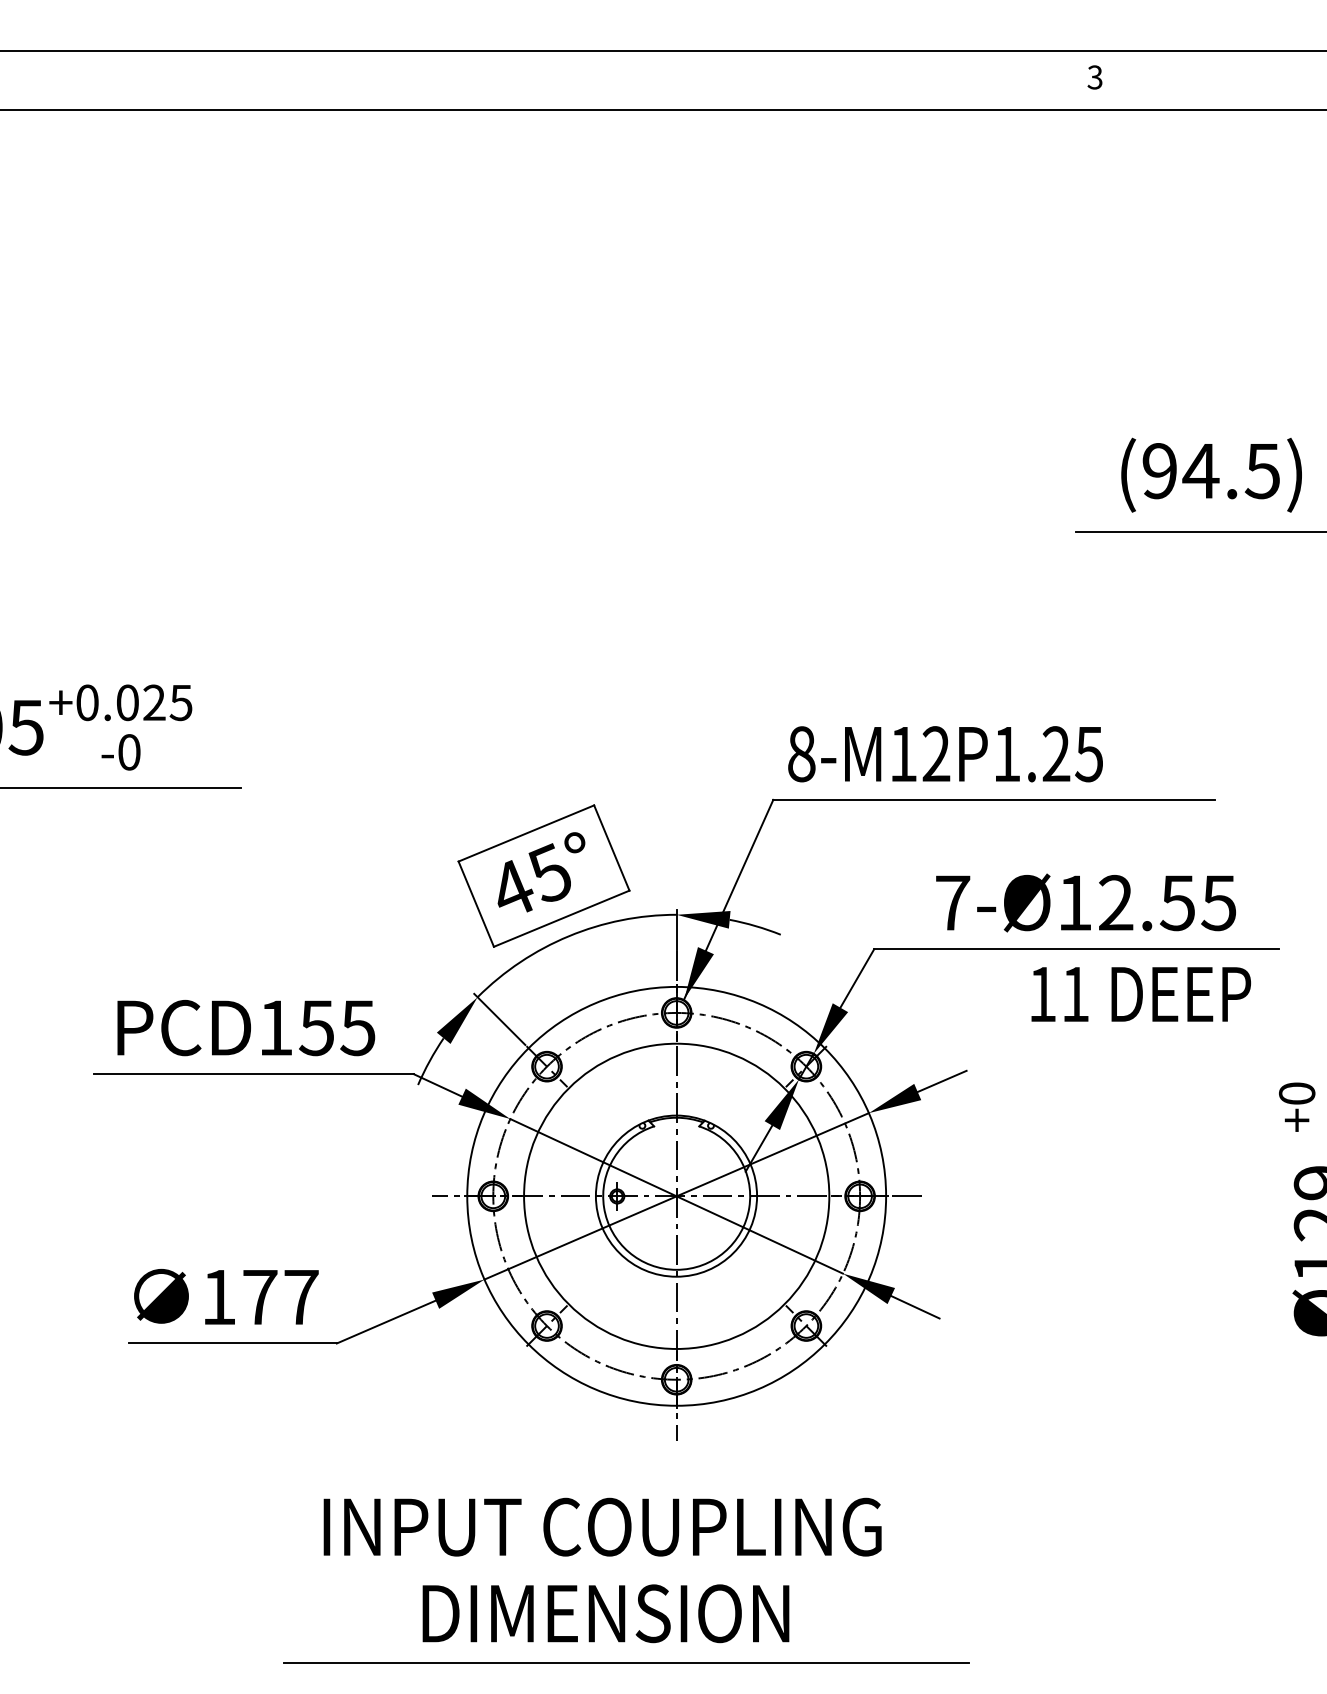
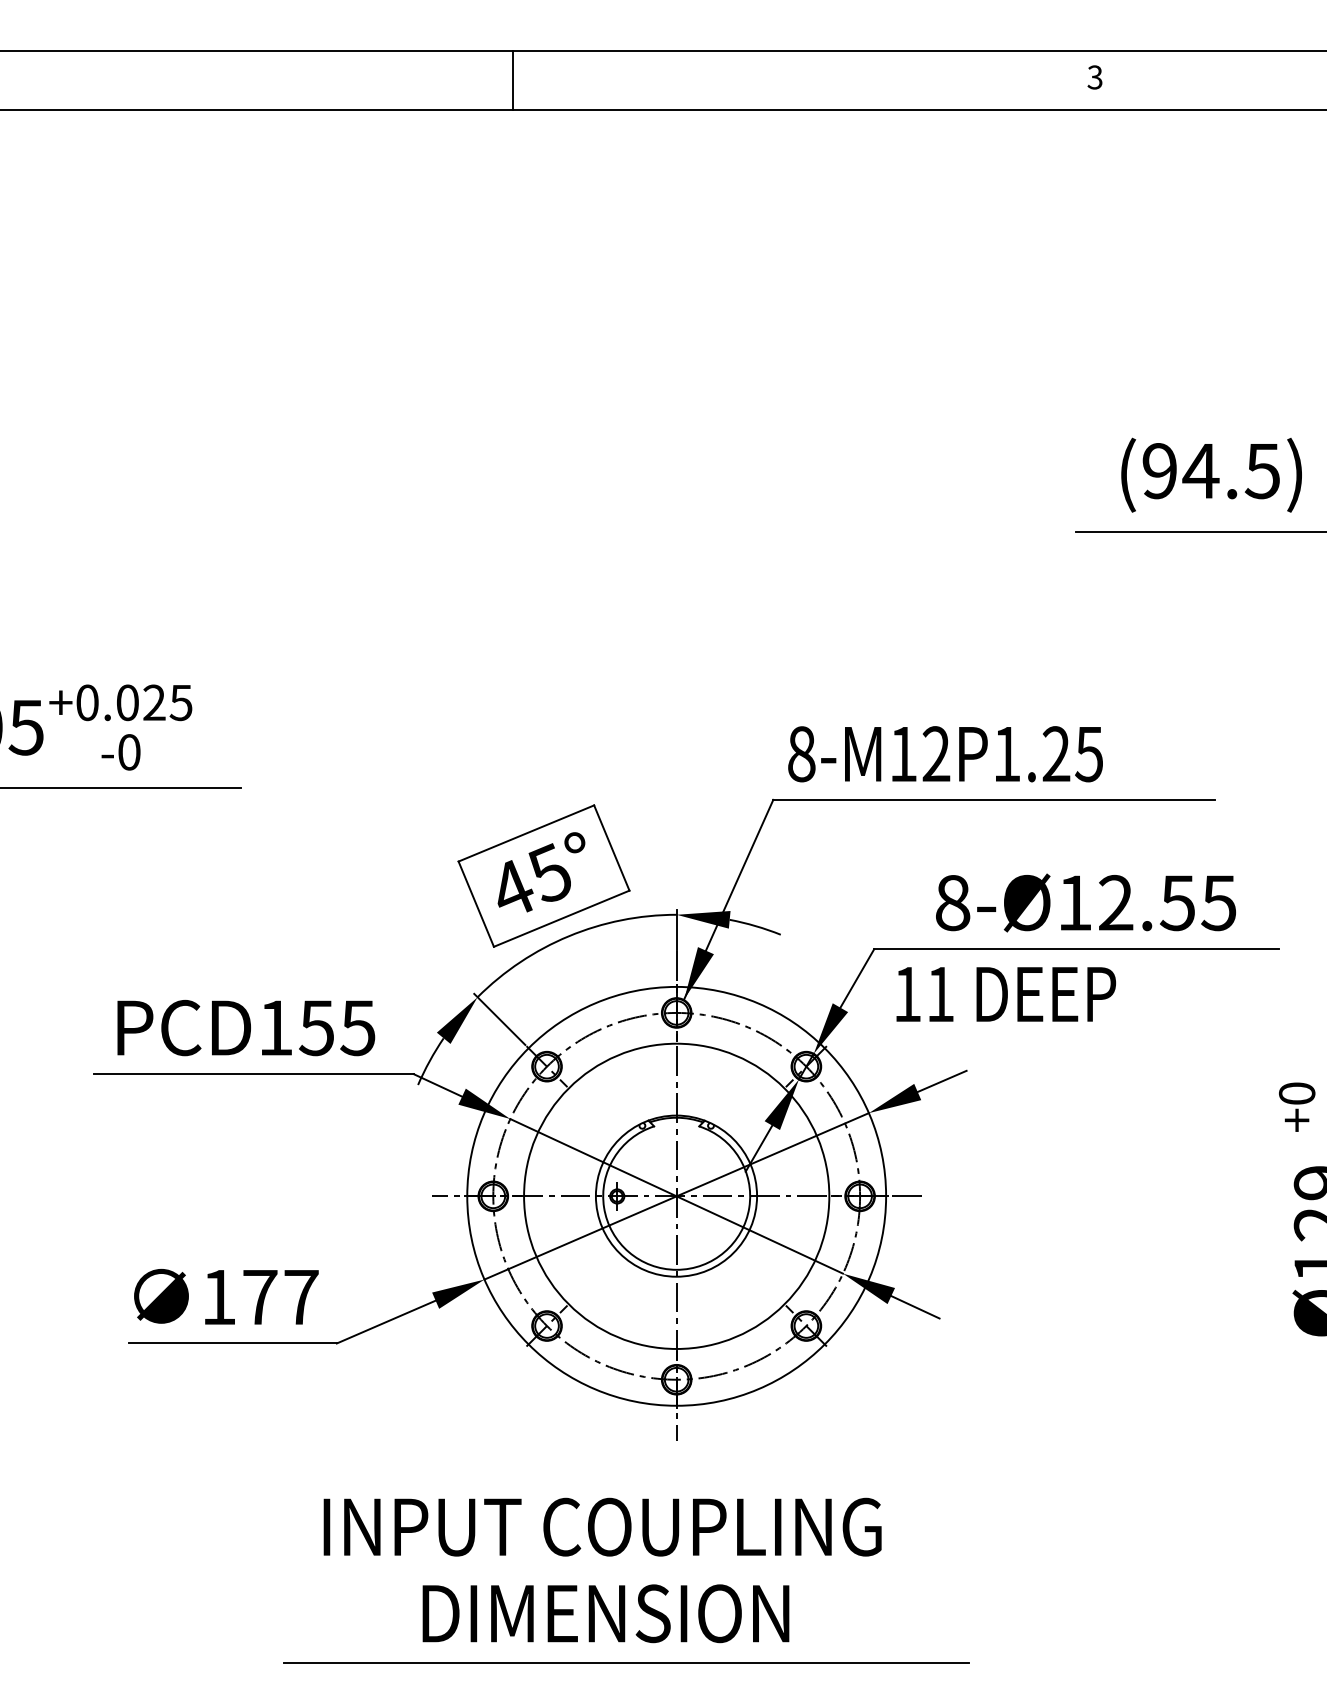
line at (513, 79): none -> present
text at (953, 903): 7-Ø12.55 -> 8-Ø12.55
text at (1140, 994) position: (1140, 994) -> (1005, 994)
